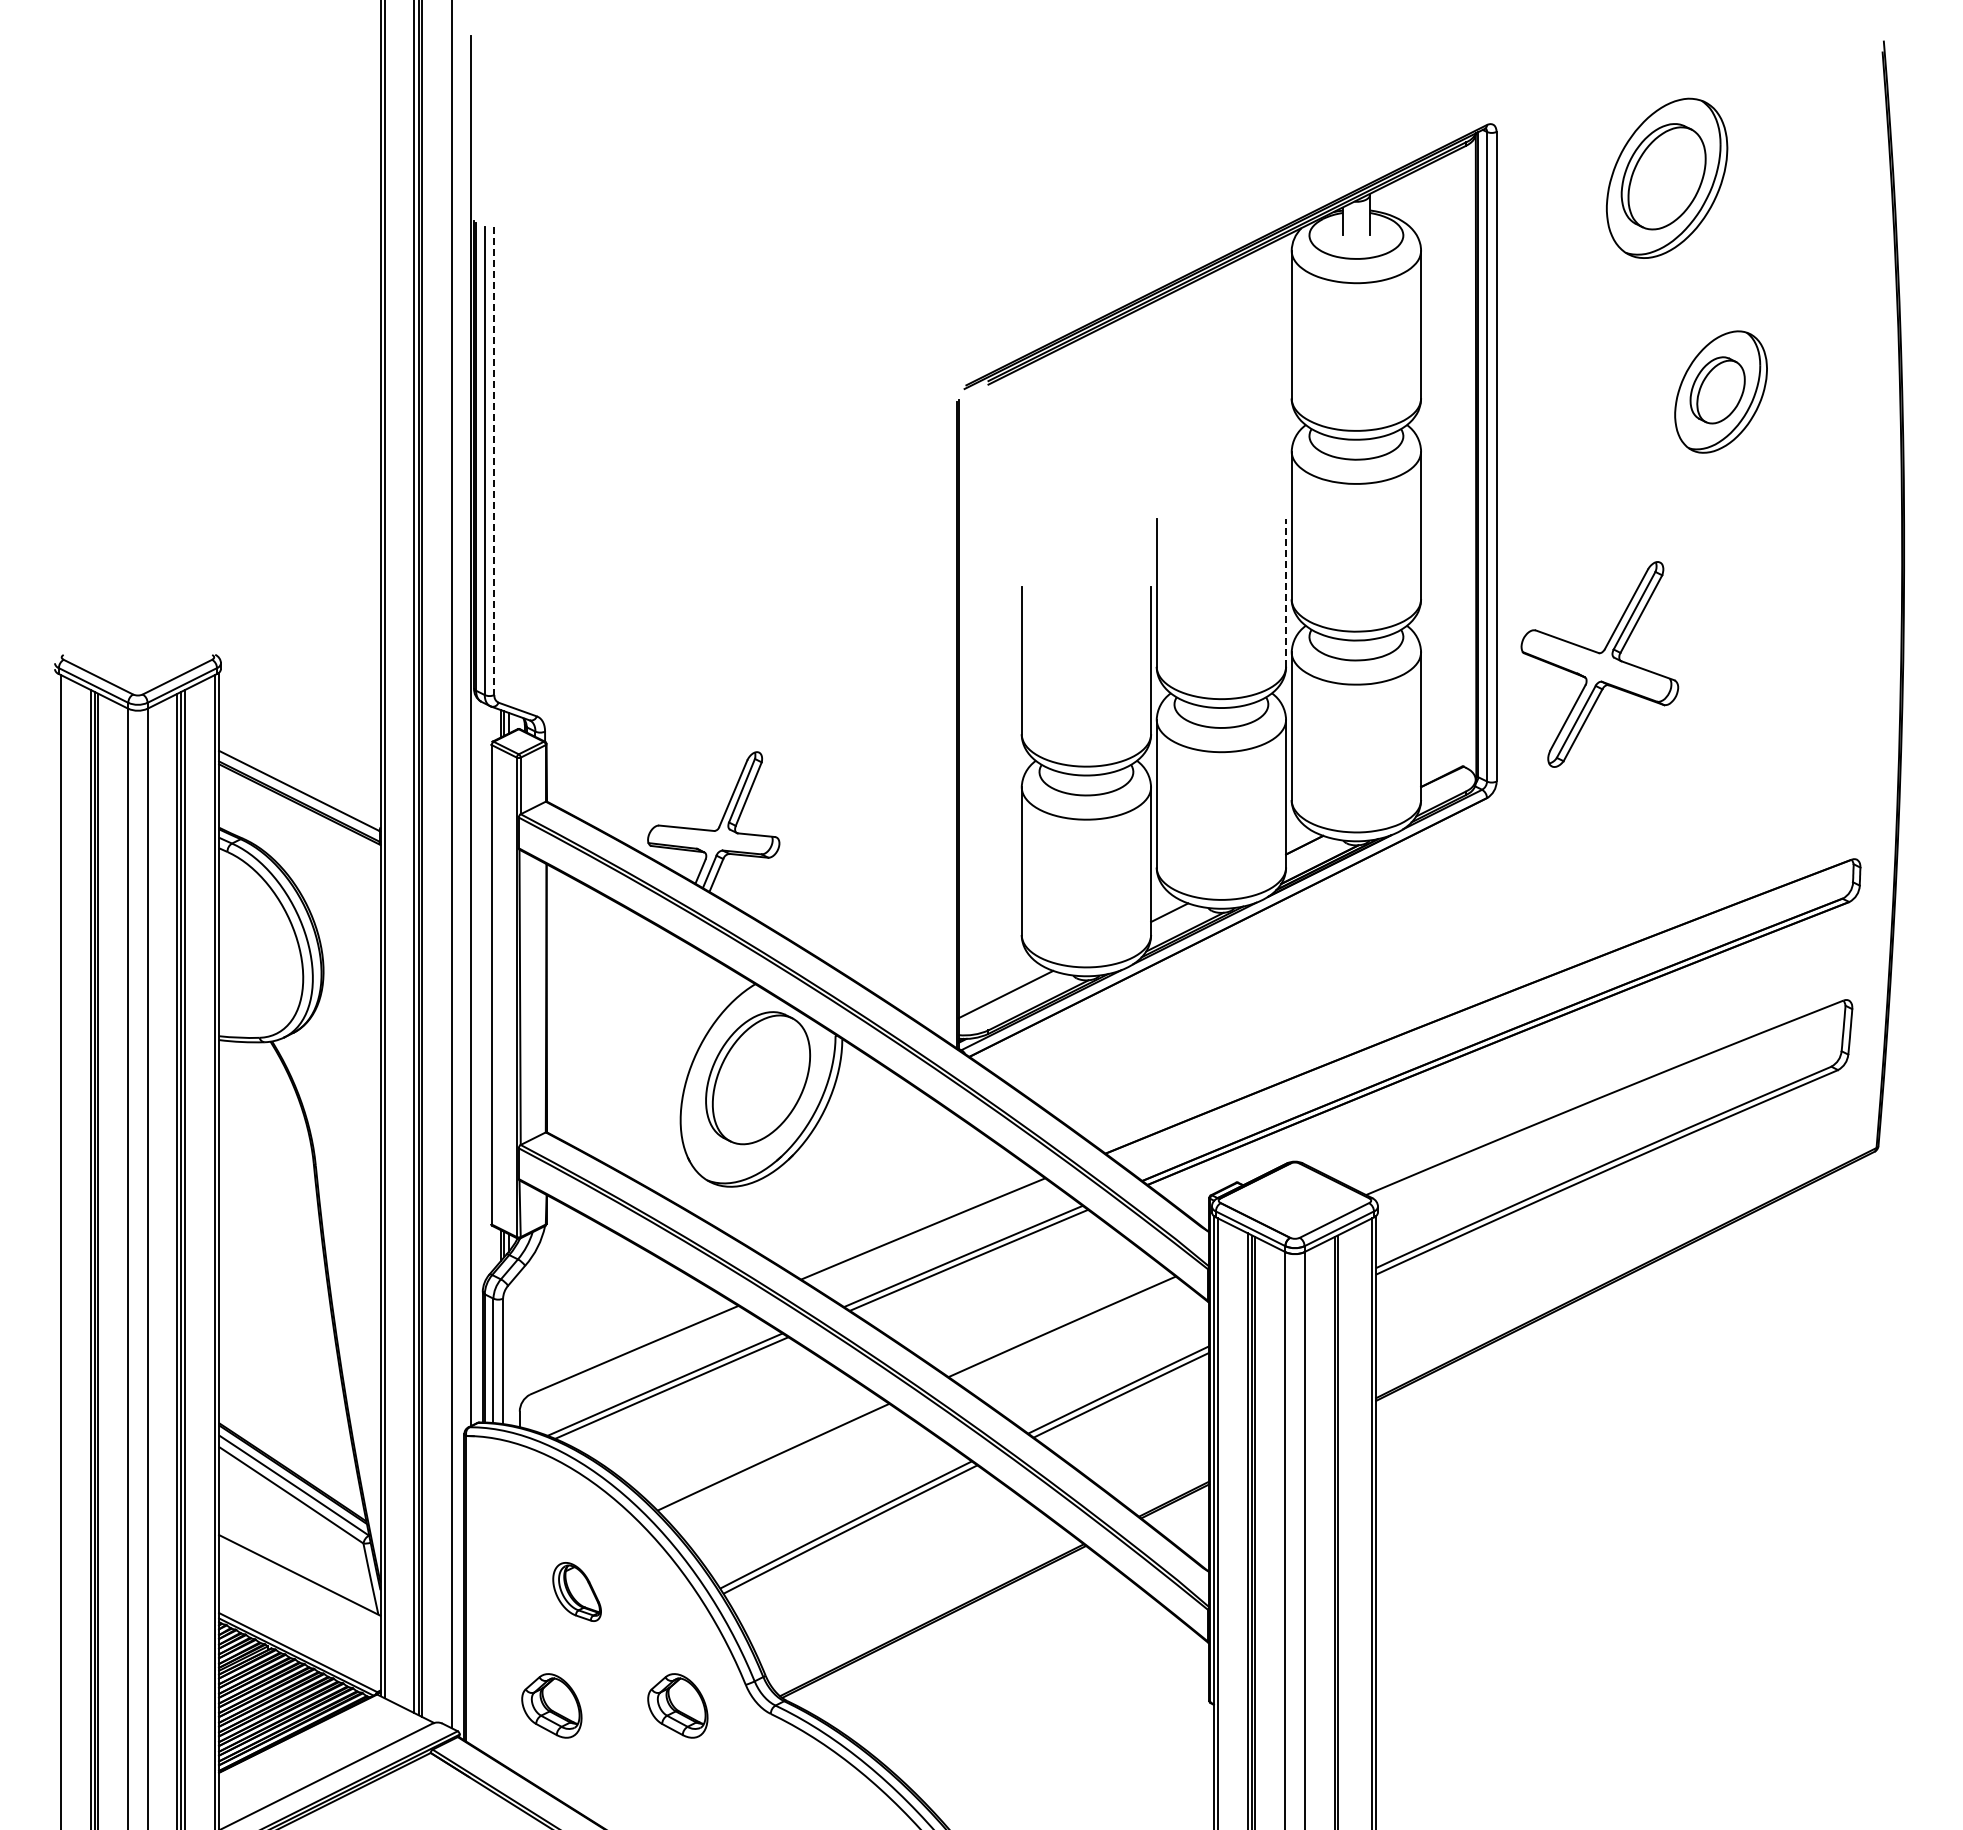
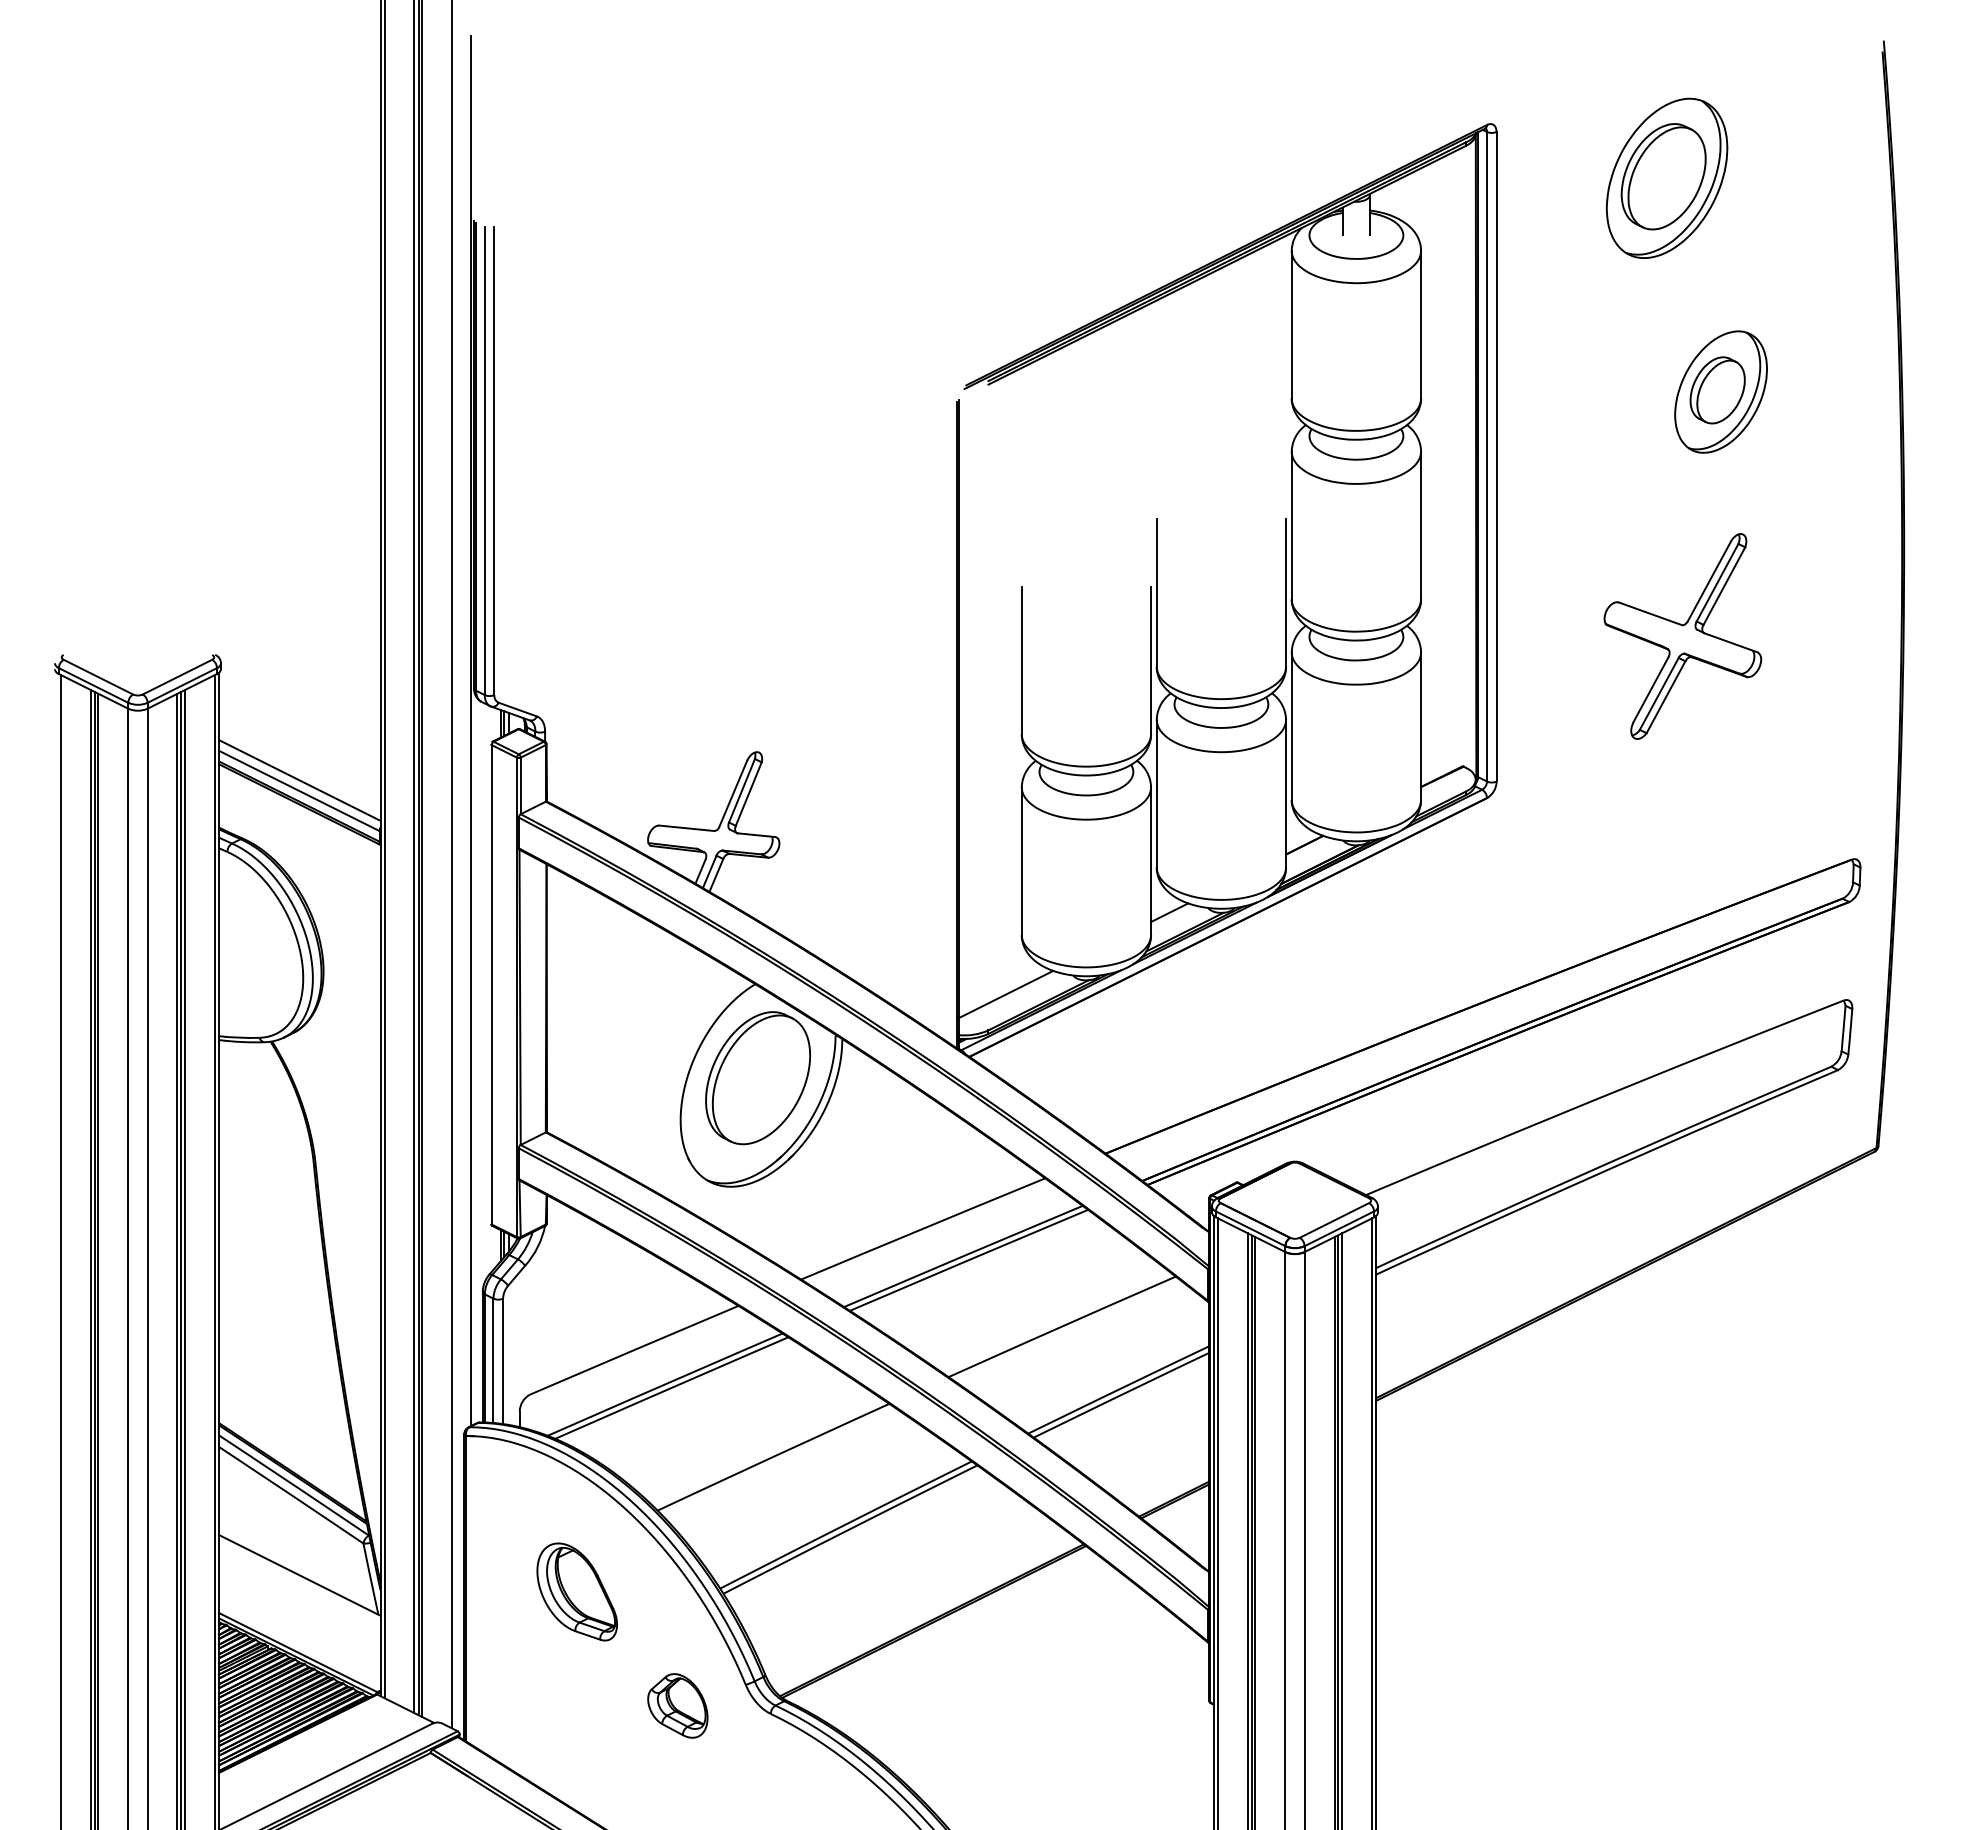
line at (494, 461): dashed -> solid
line at (1286, 592): dashed -> solid
part at (1599, 664) position: (1599, 664) -> (1682, 636)
line at (299, 780): none -> present
line at (1342, 1529): none -> present
part at (576, 1591) size: 50x60 px -> 82x100 px
part at (551, 1705): present -> none
